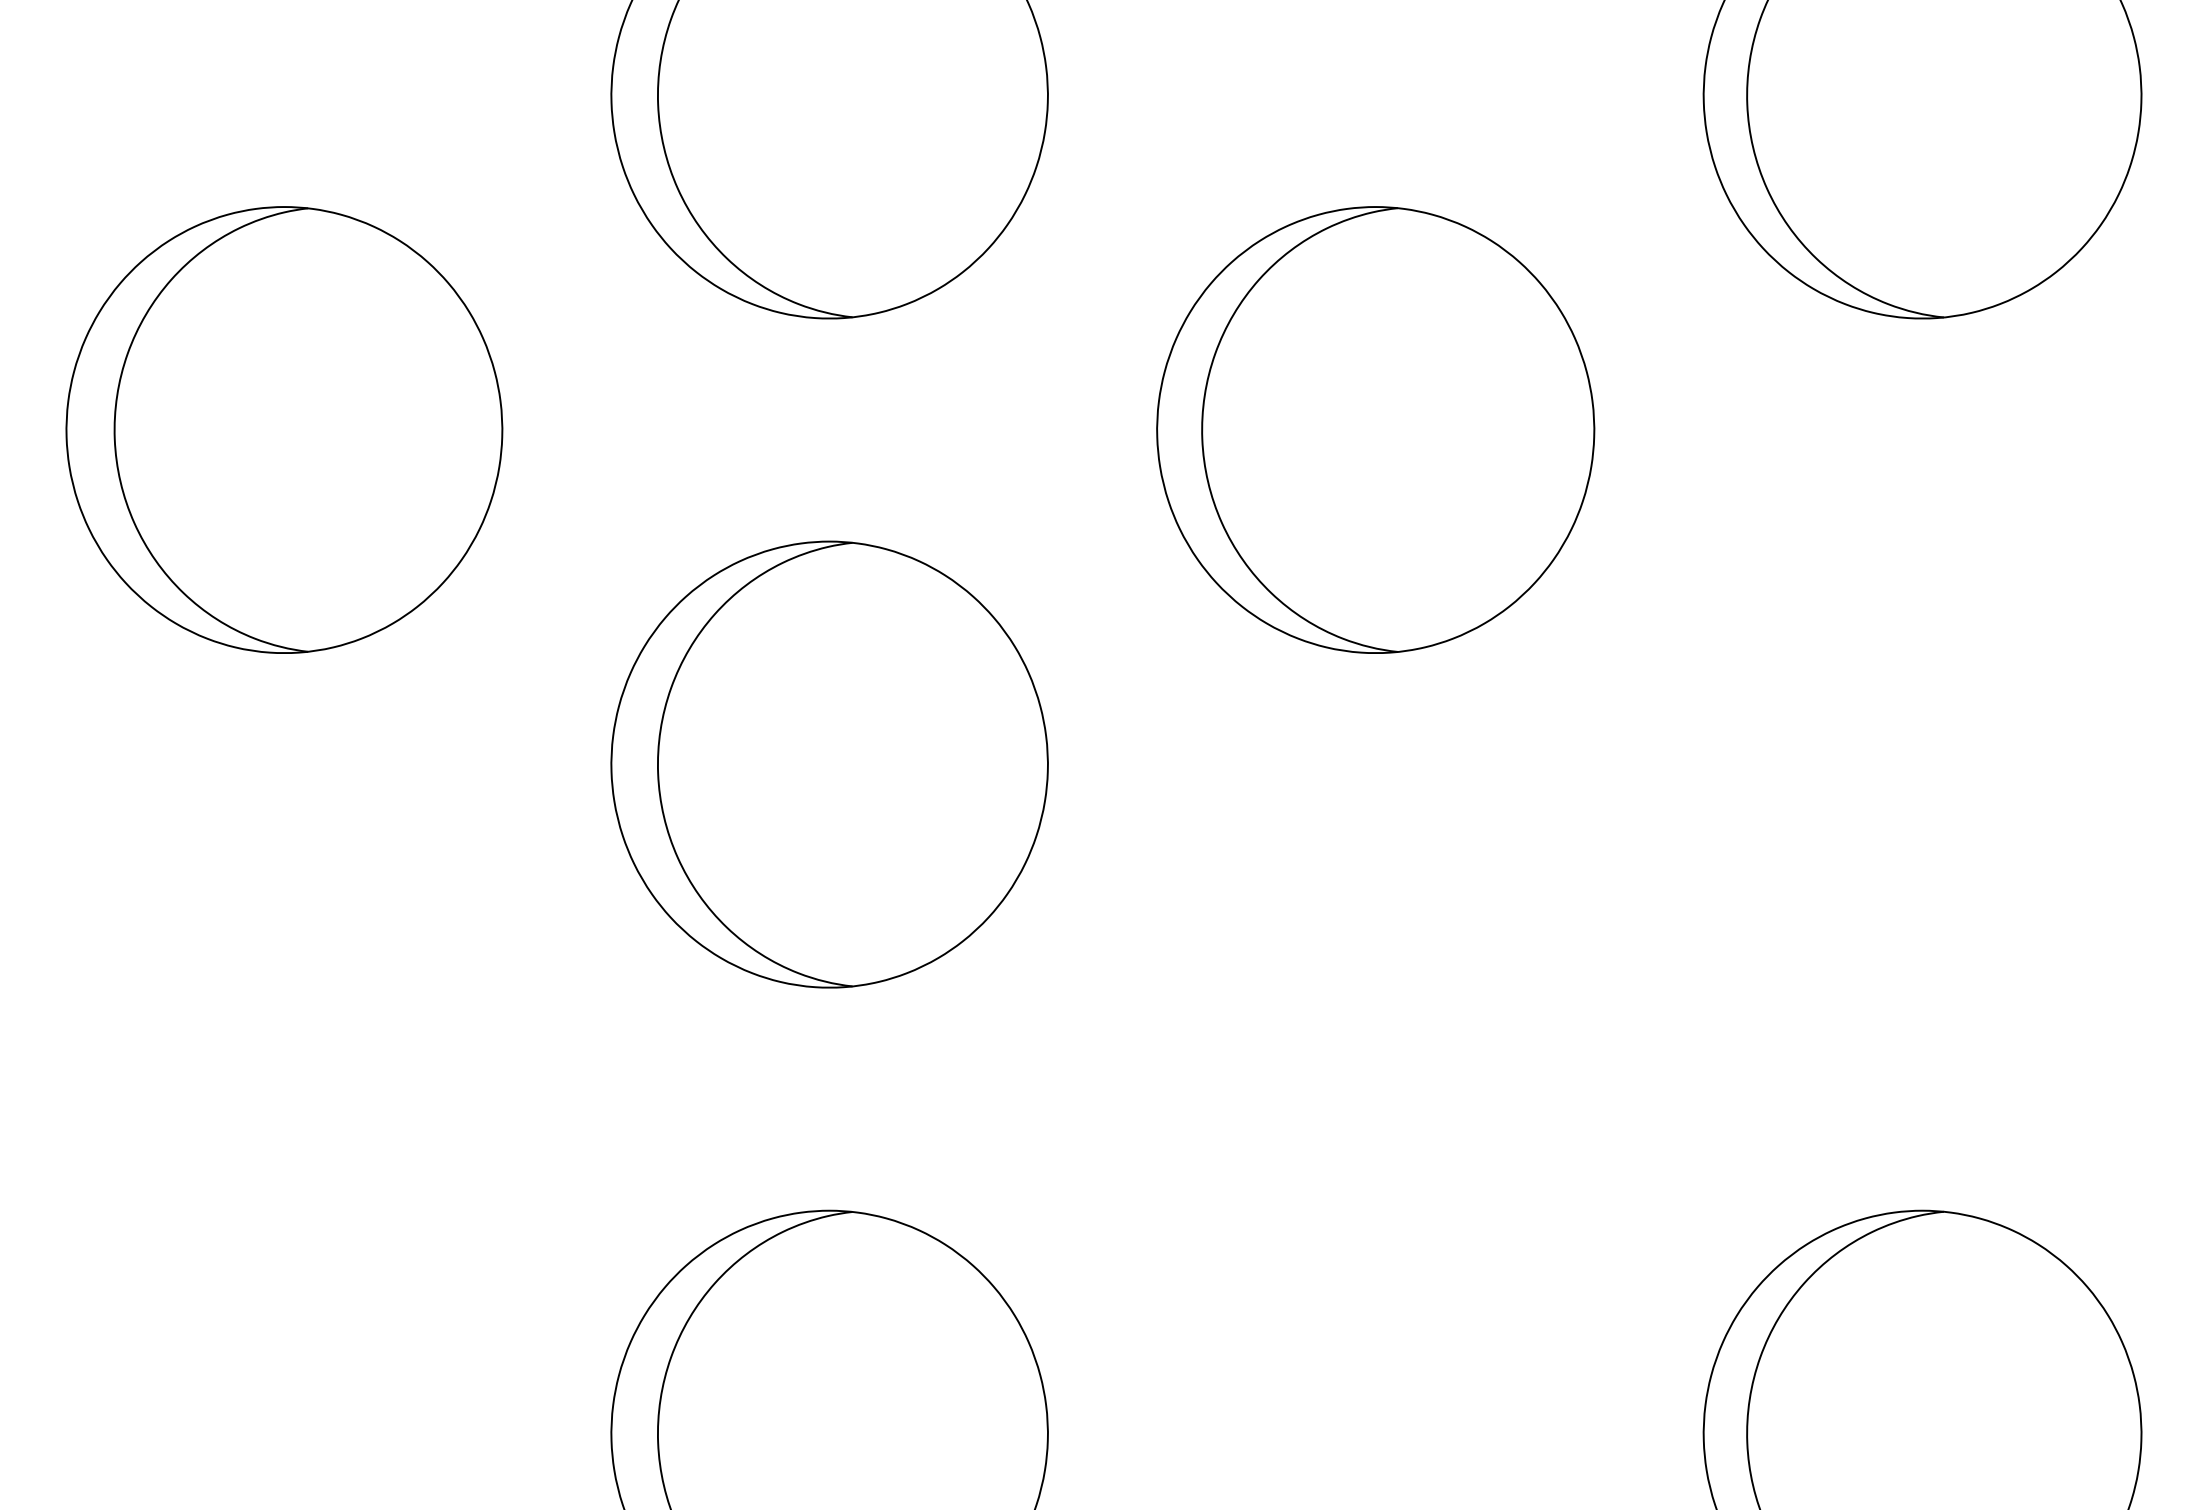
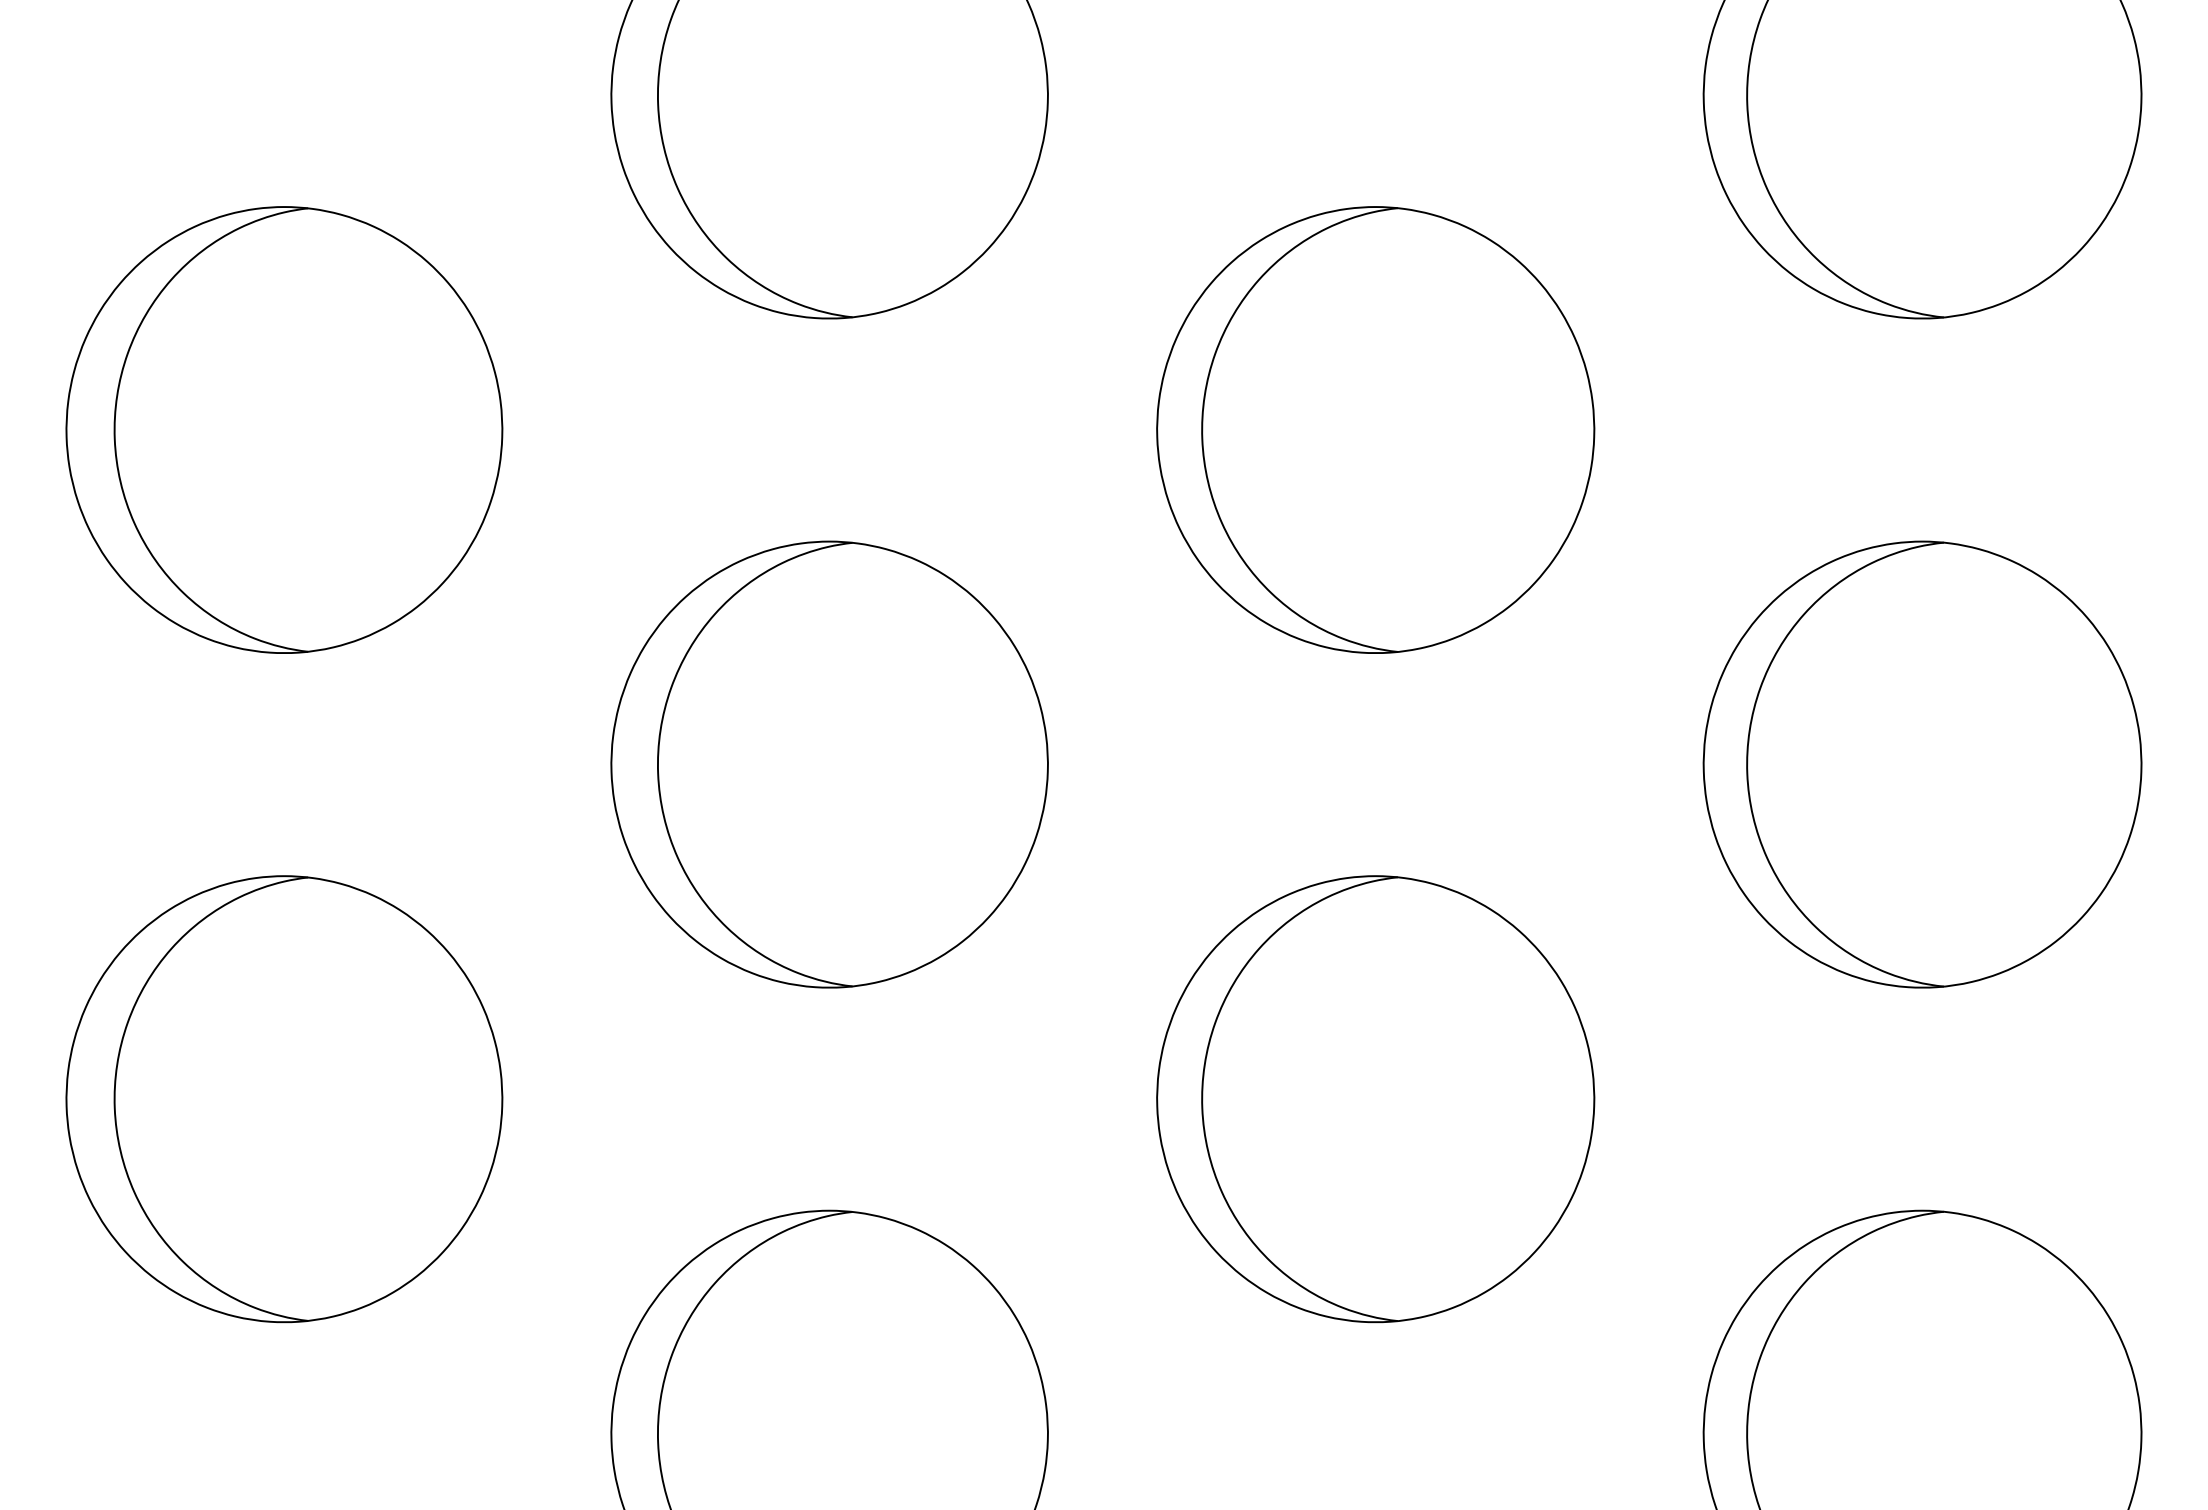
part at (1922, 764): none -> present
part at (284, 1099): none -> present
part at (1375, 1099): none -> present
